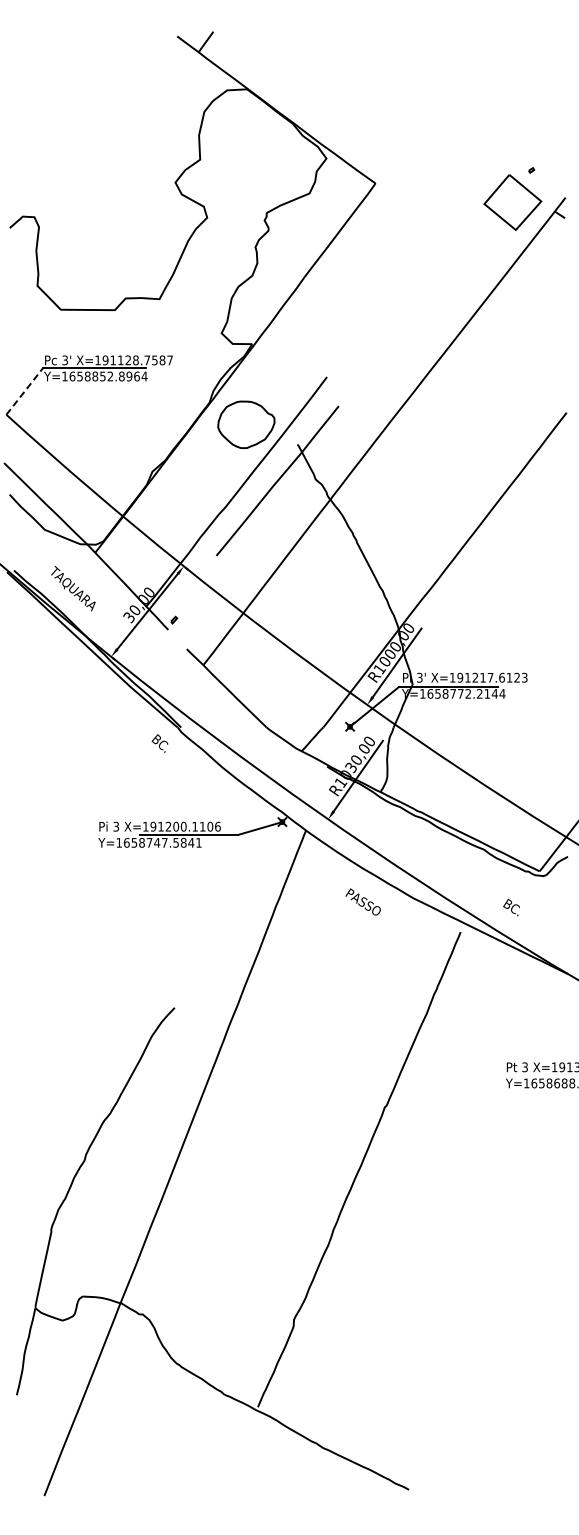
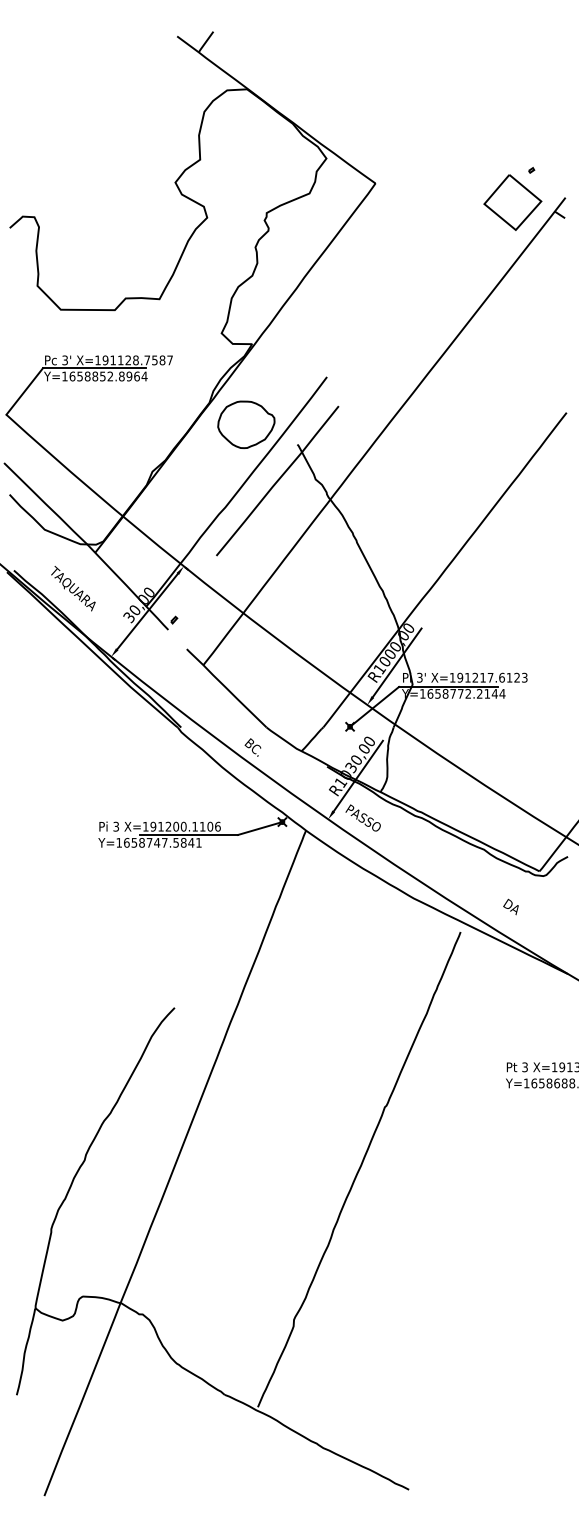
line at (24, 391): dashed -> solid
text at (159, 743) position: (159, 743) -> (252, 747)
text at (362, 901) position: (362, 901) -> (362, 817)
text at (512, 909): BC. -> DA
